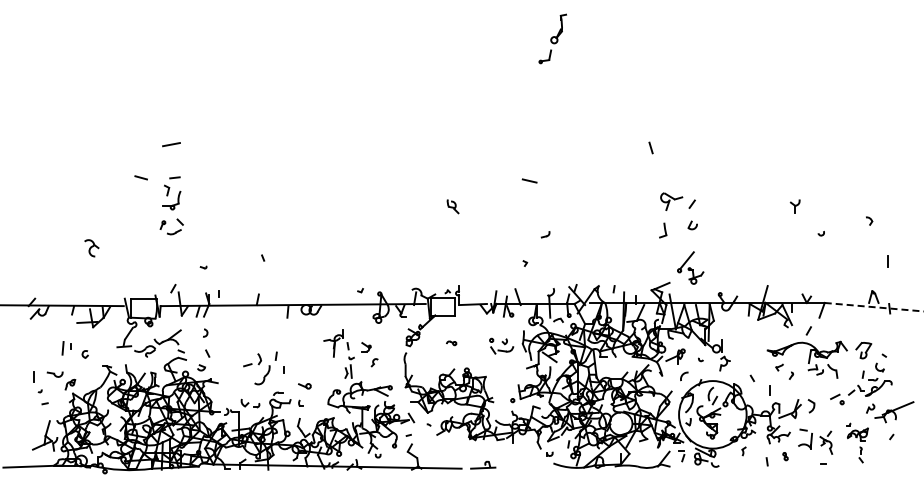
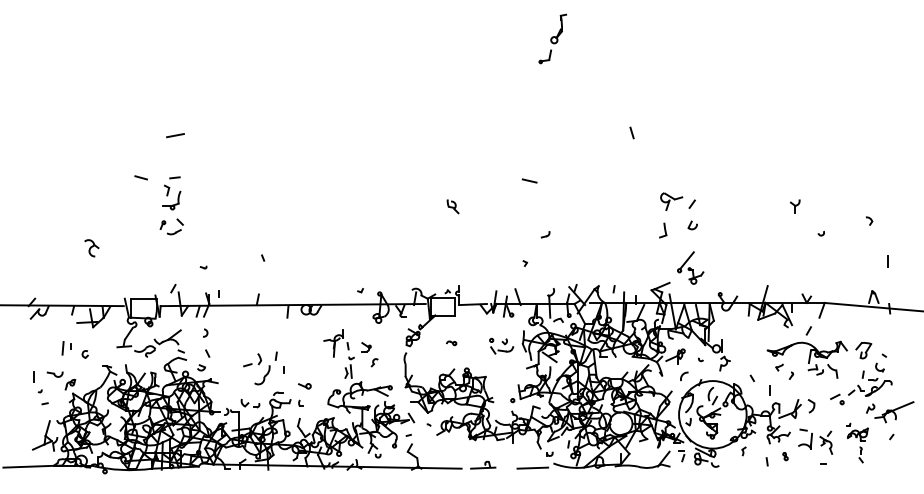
line at (171, 144) position: (171, 144) -> (175, 135)
line at (650, 147) position: (650, 147) -> (631, 132)
line at (874, 307): dashed -> solid
line at (532, 467): none -> present
